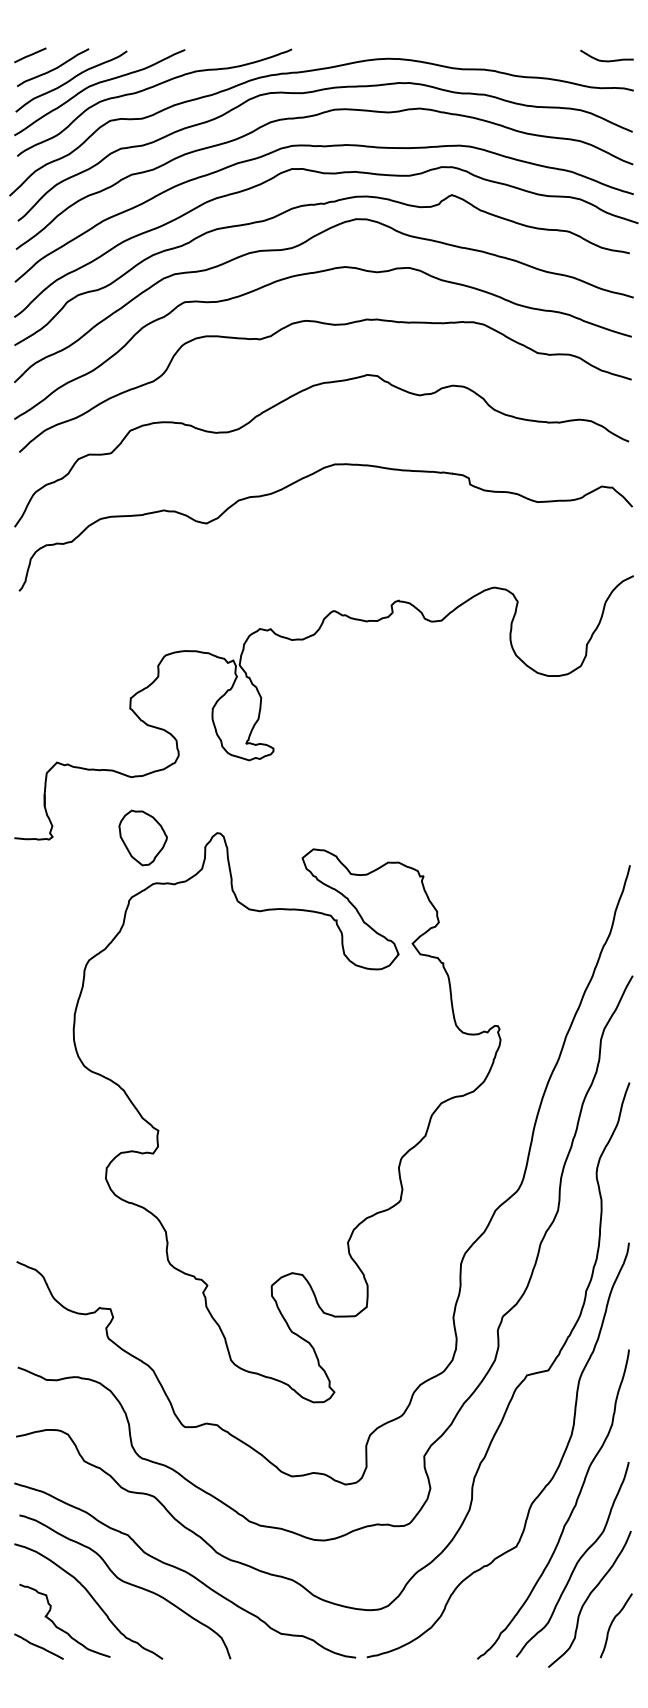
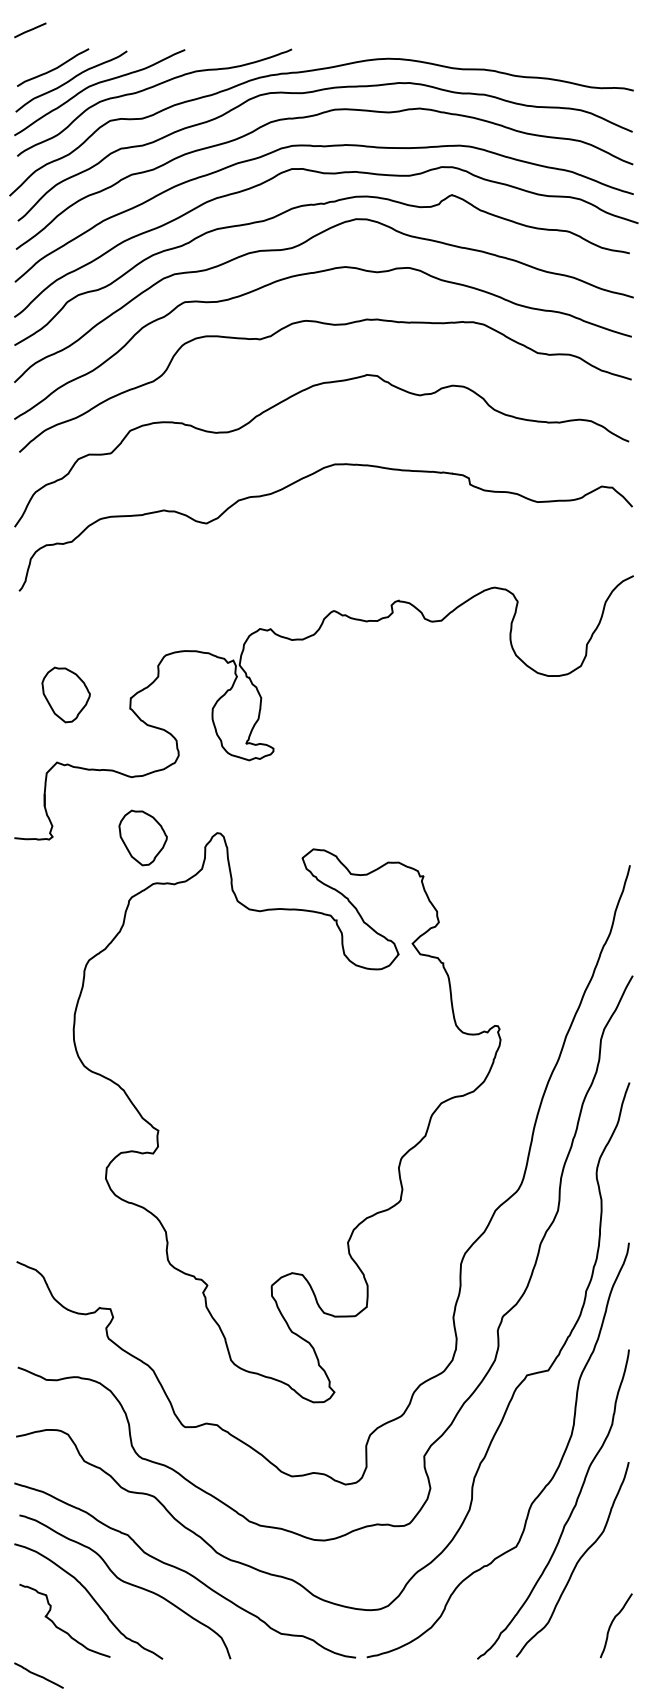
line at (30, 55) position: (30, 55) -> (30, 30)
curve at (606, 60): present -> none
part at (65, 694): none -> present
curve at (588, 1598): present -> none
line at (38, 1646) position: (38, 1646) -> (38, 1675)
